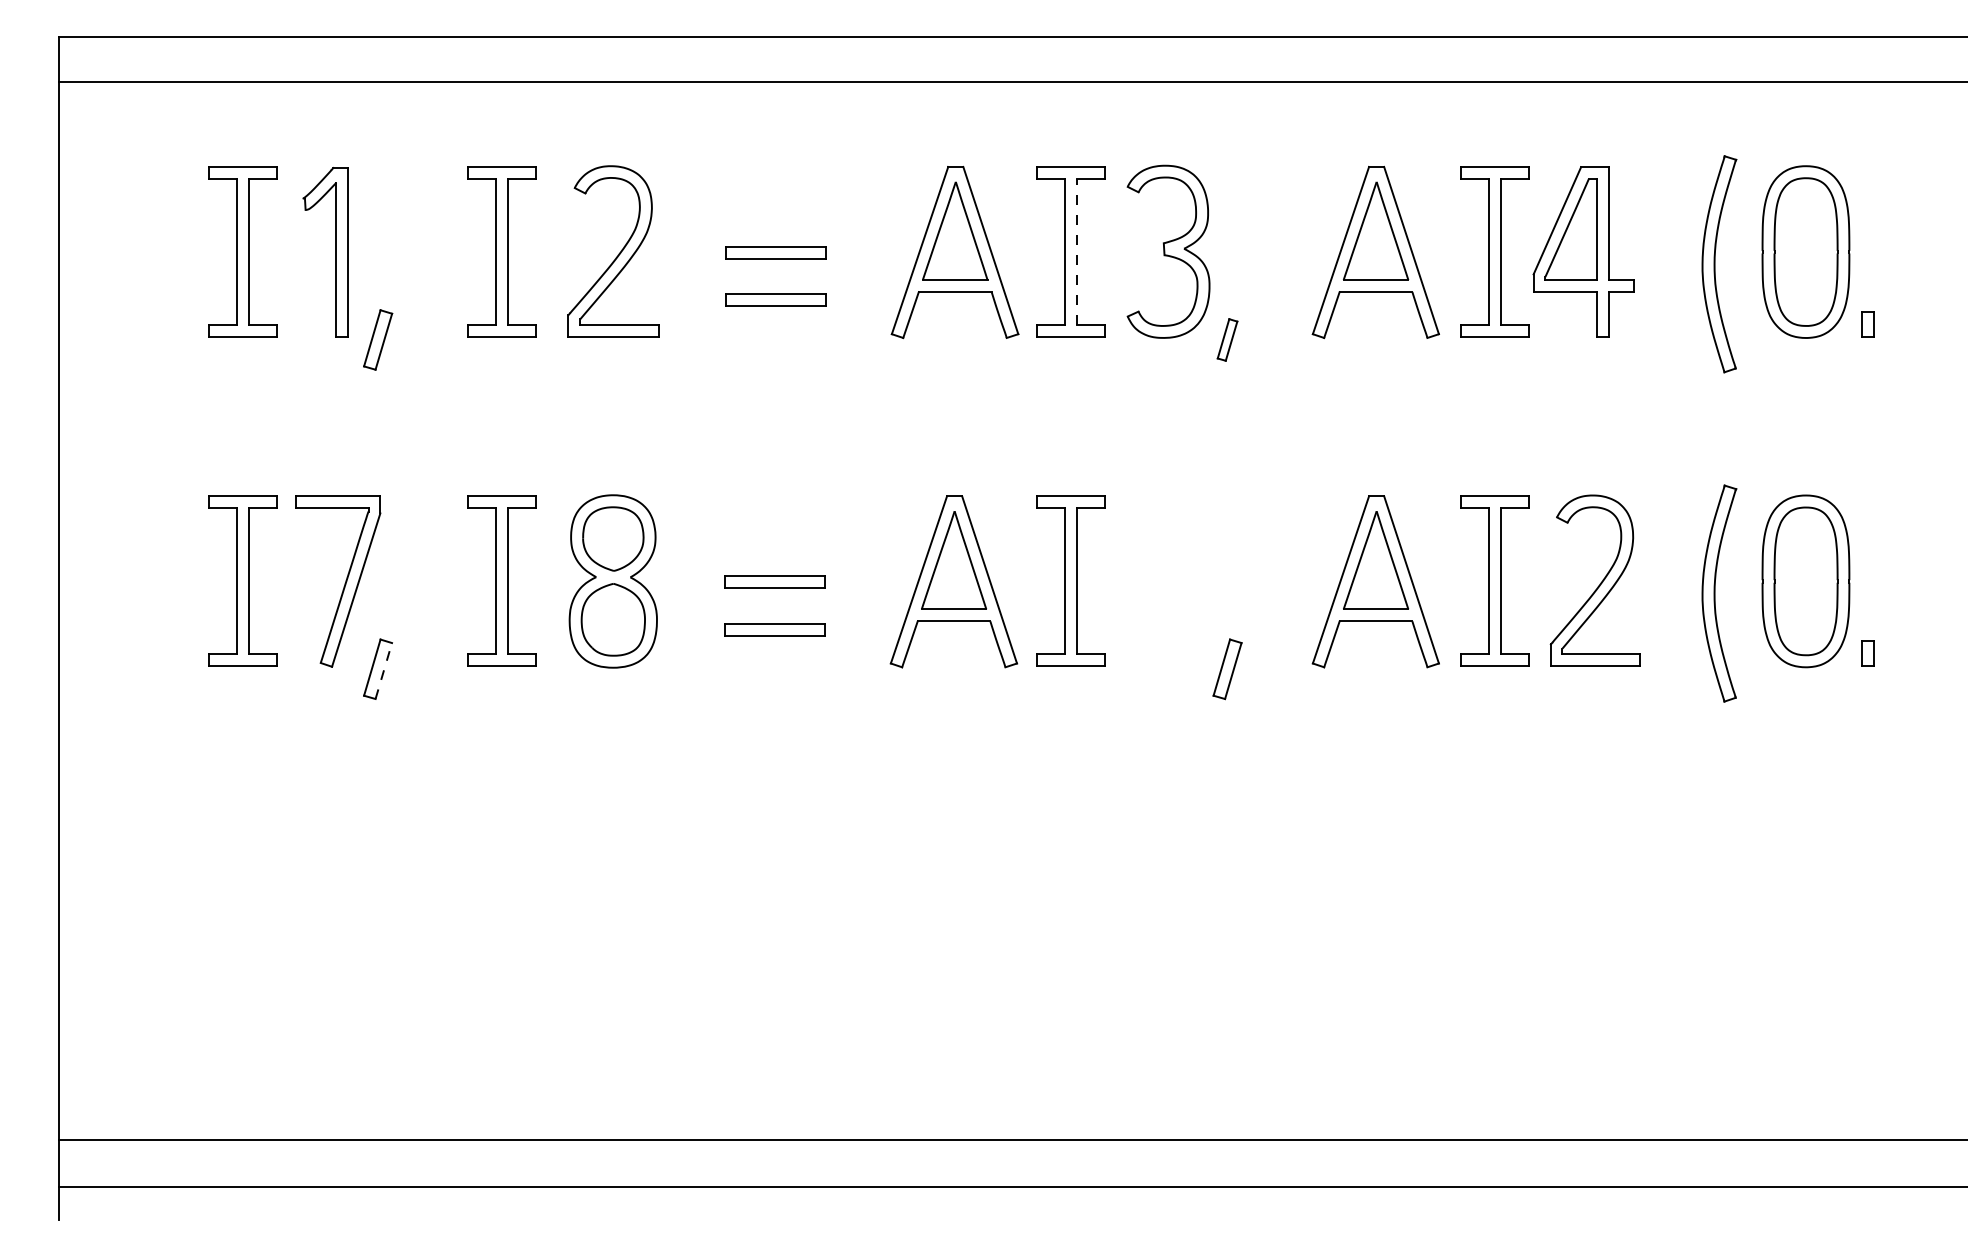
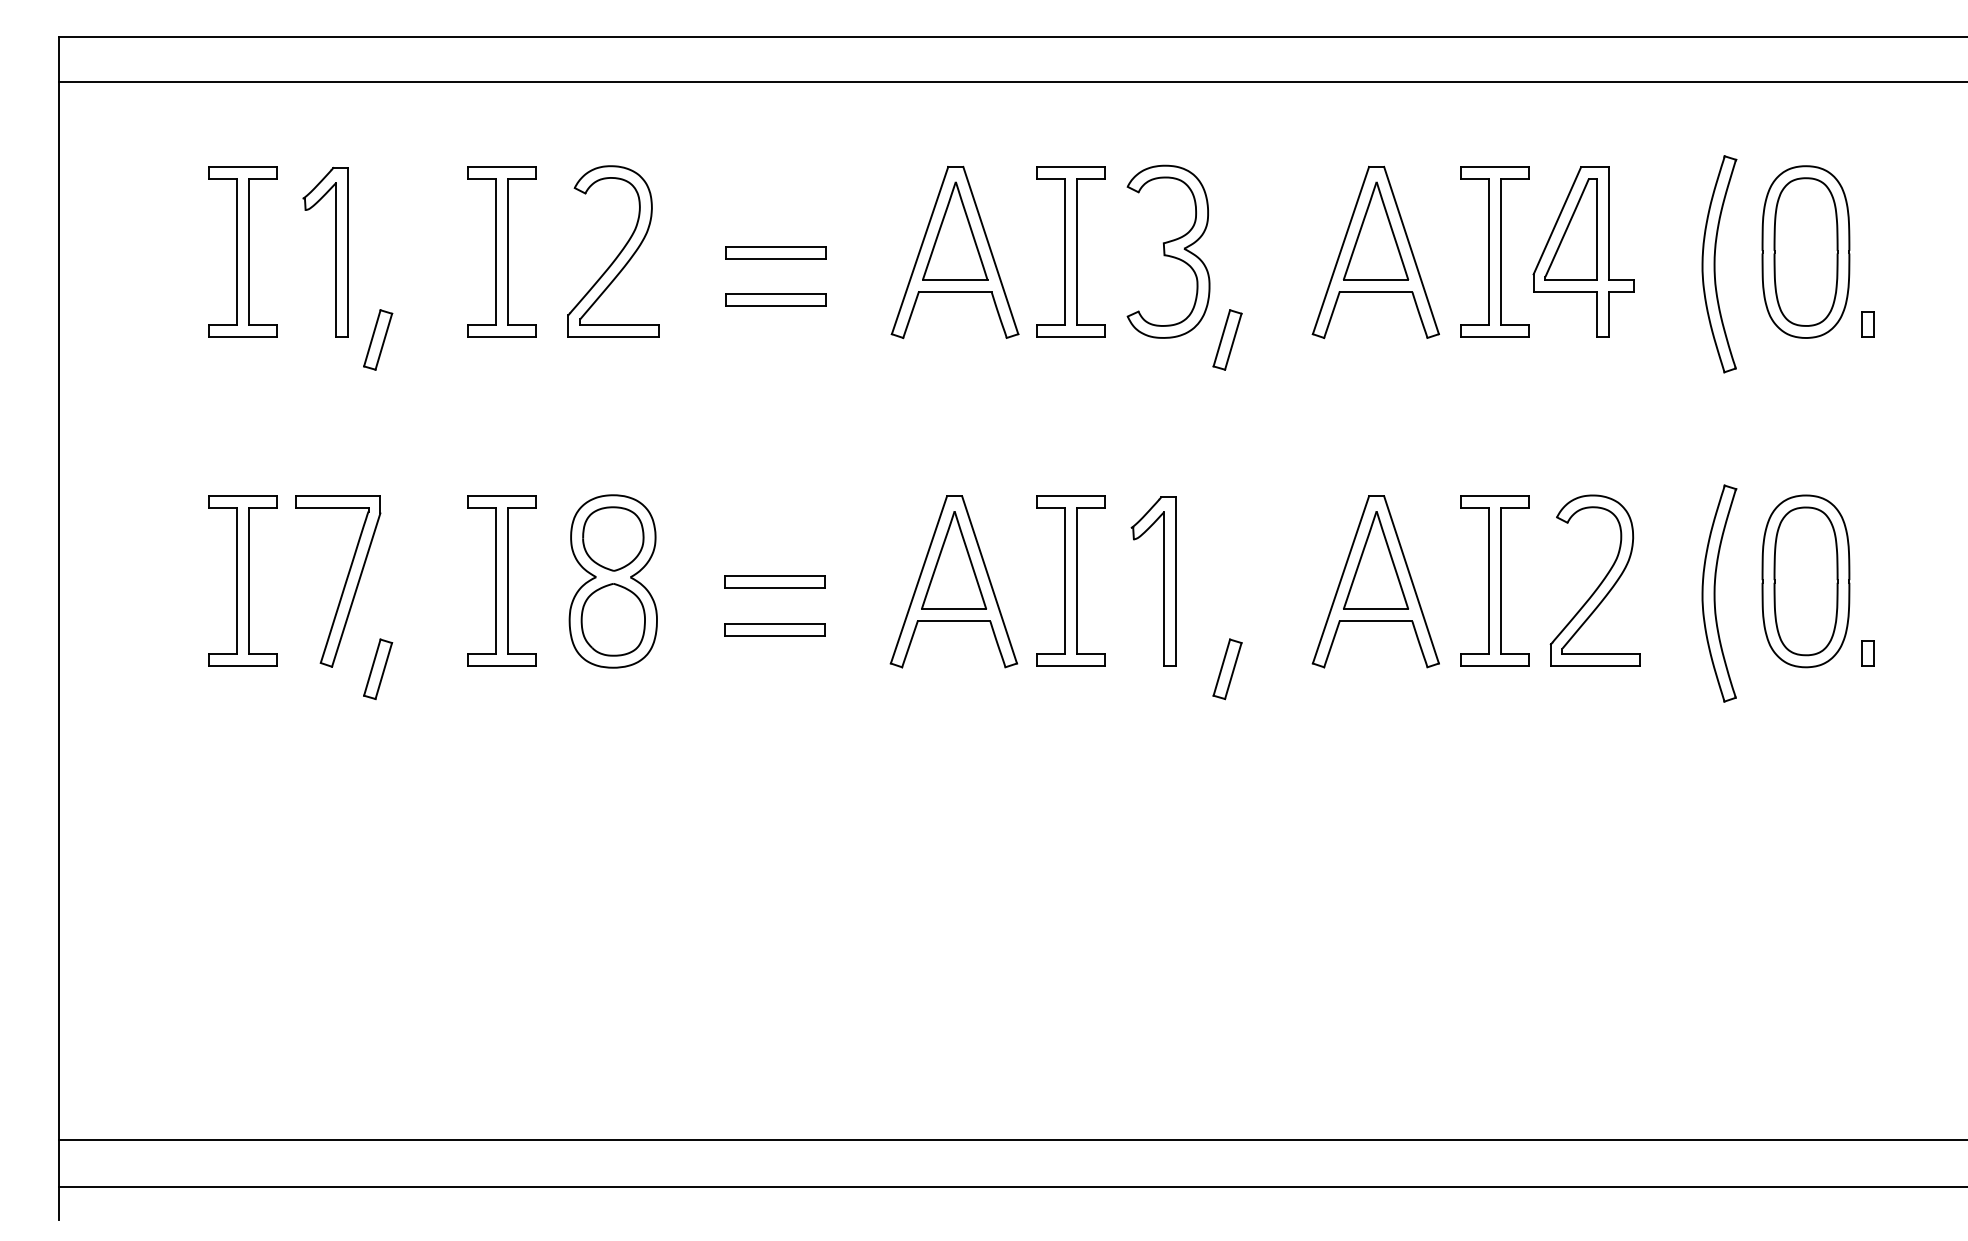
line at (1076, 251): dashed -> solid
part at (1227, 339) size: 23x44 px -> 31x62 px
part at (1163, 581): none -> present
line at (383, 670): dashed -> solid
